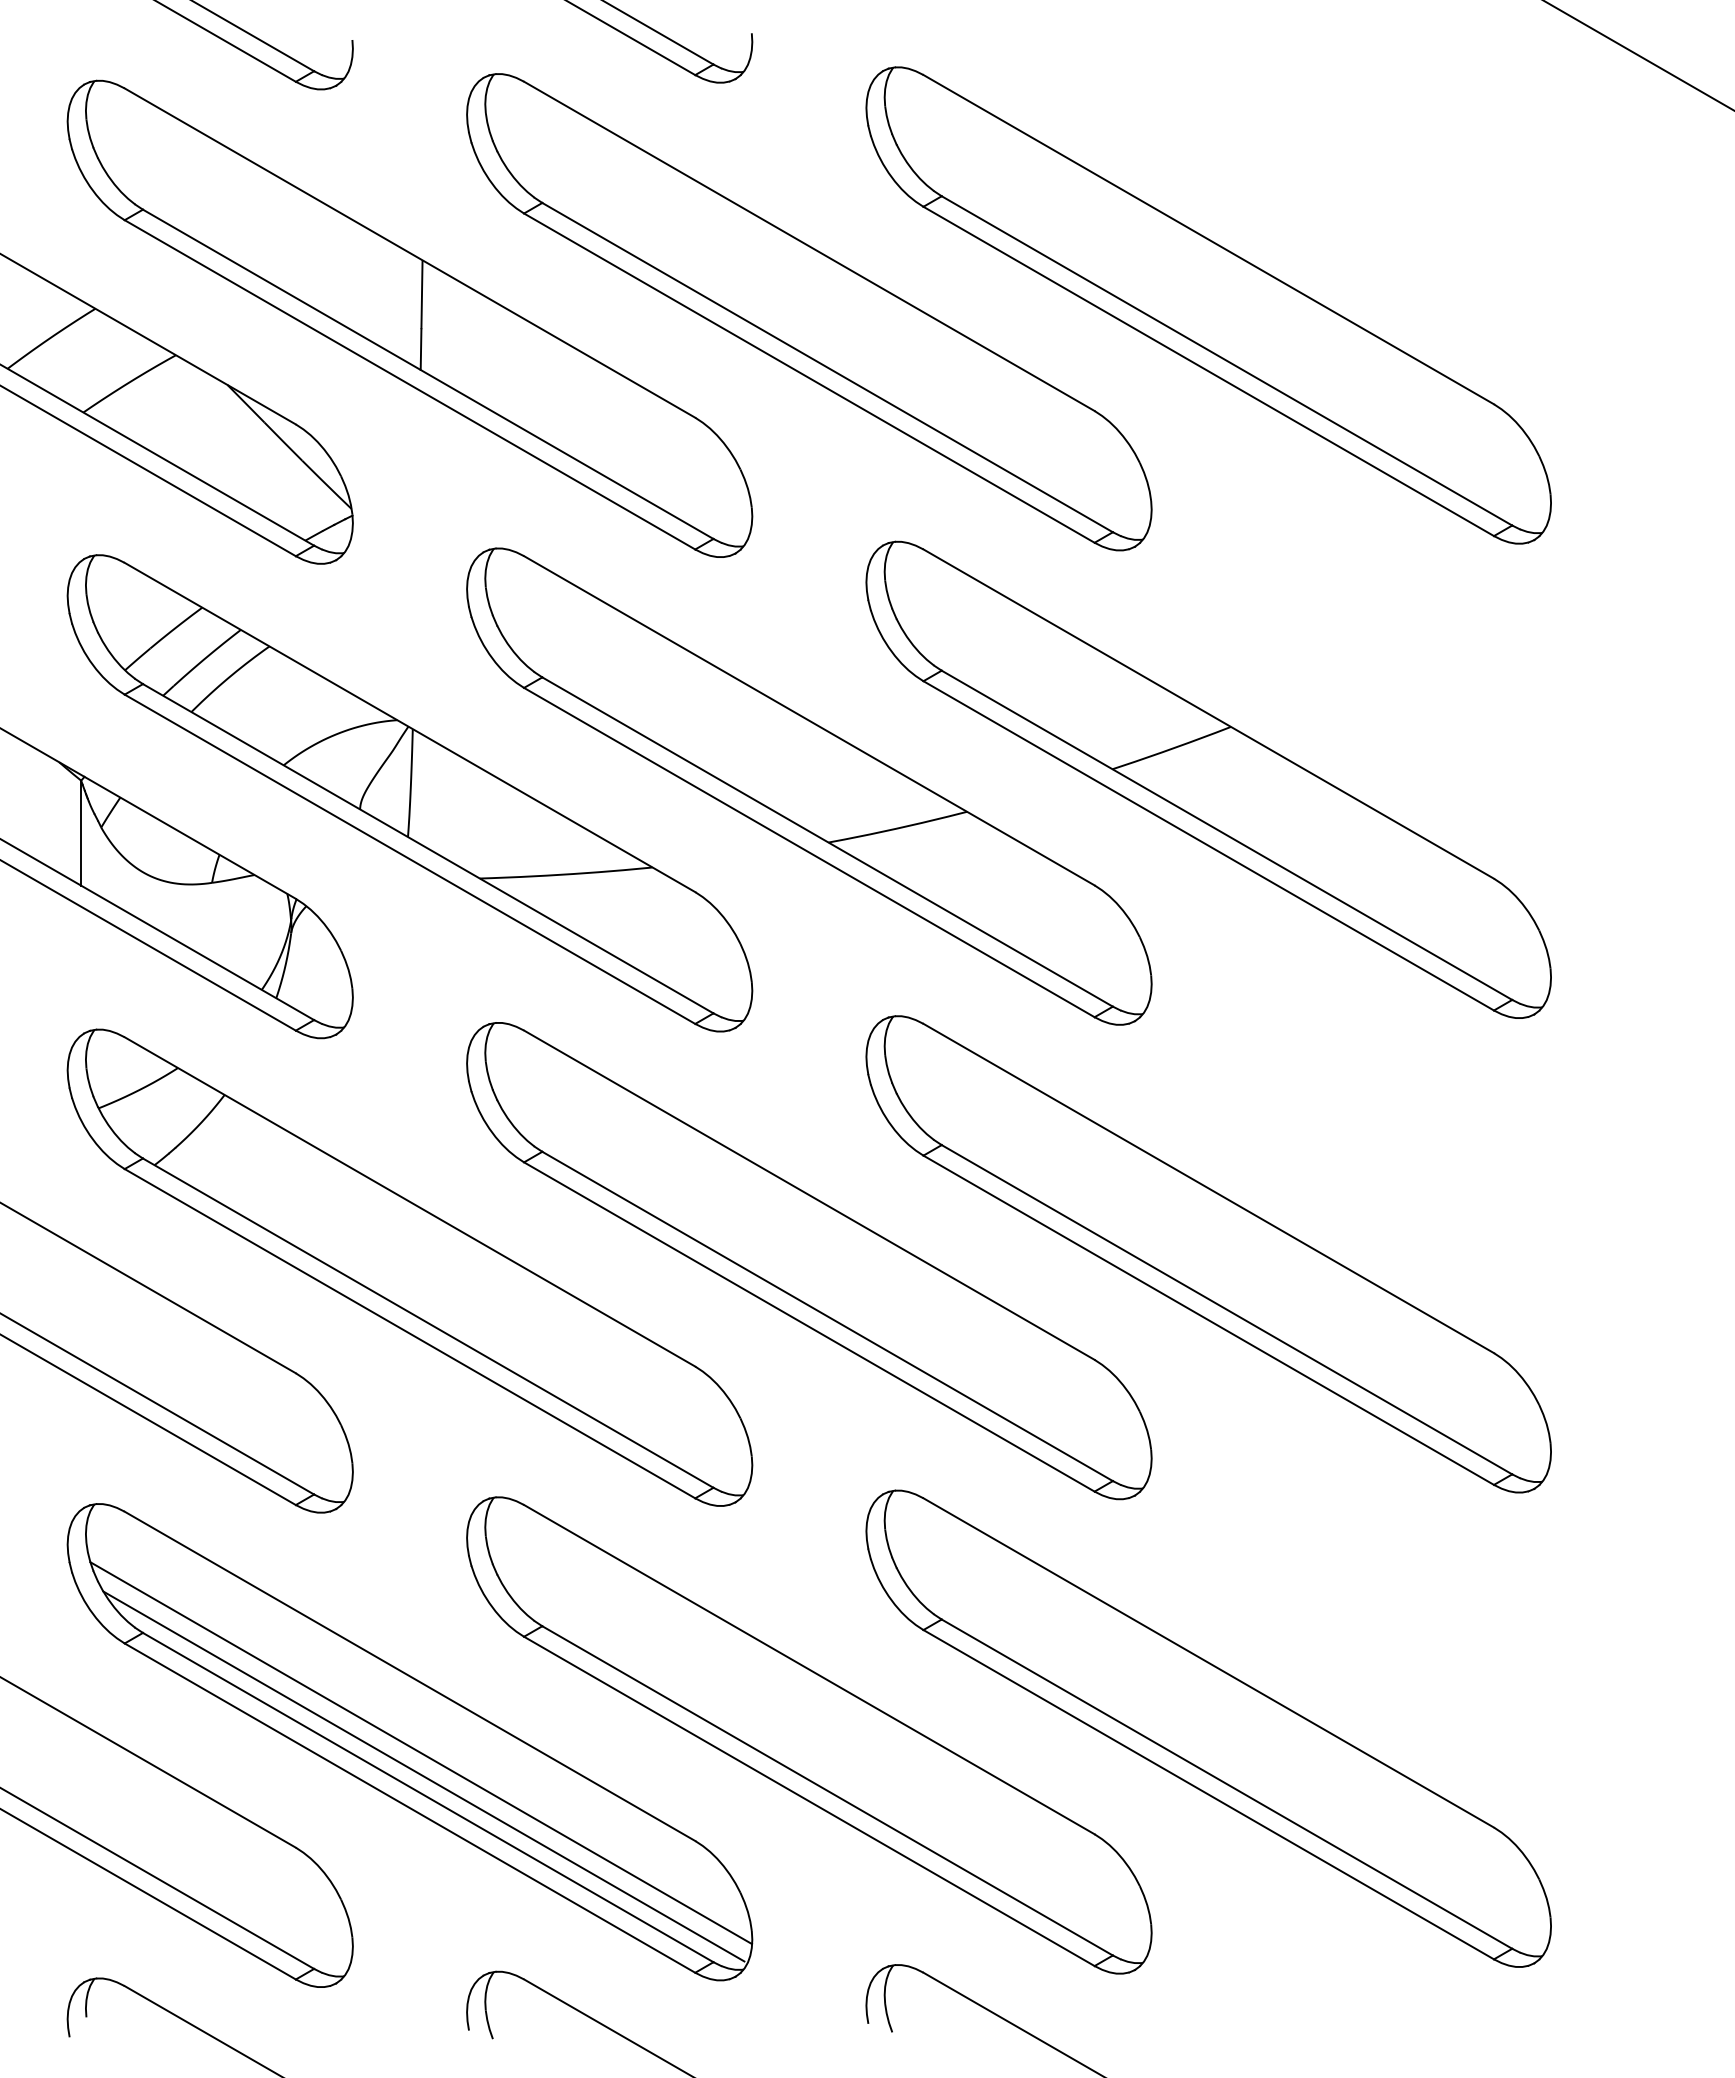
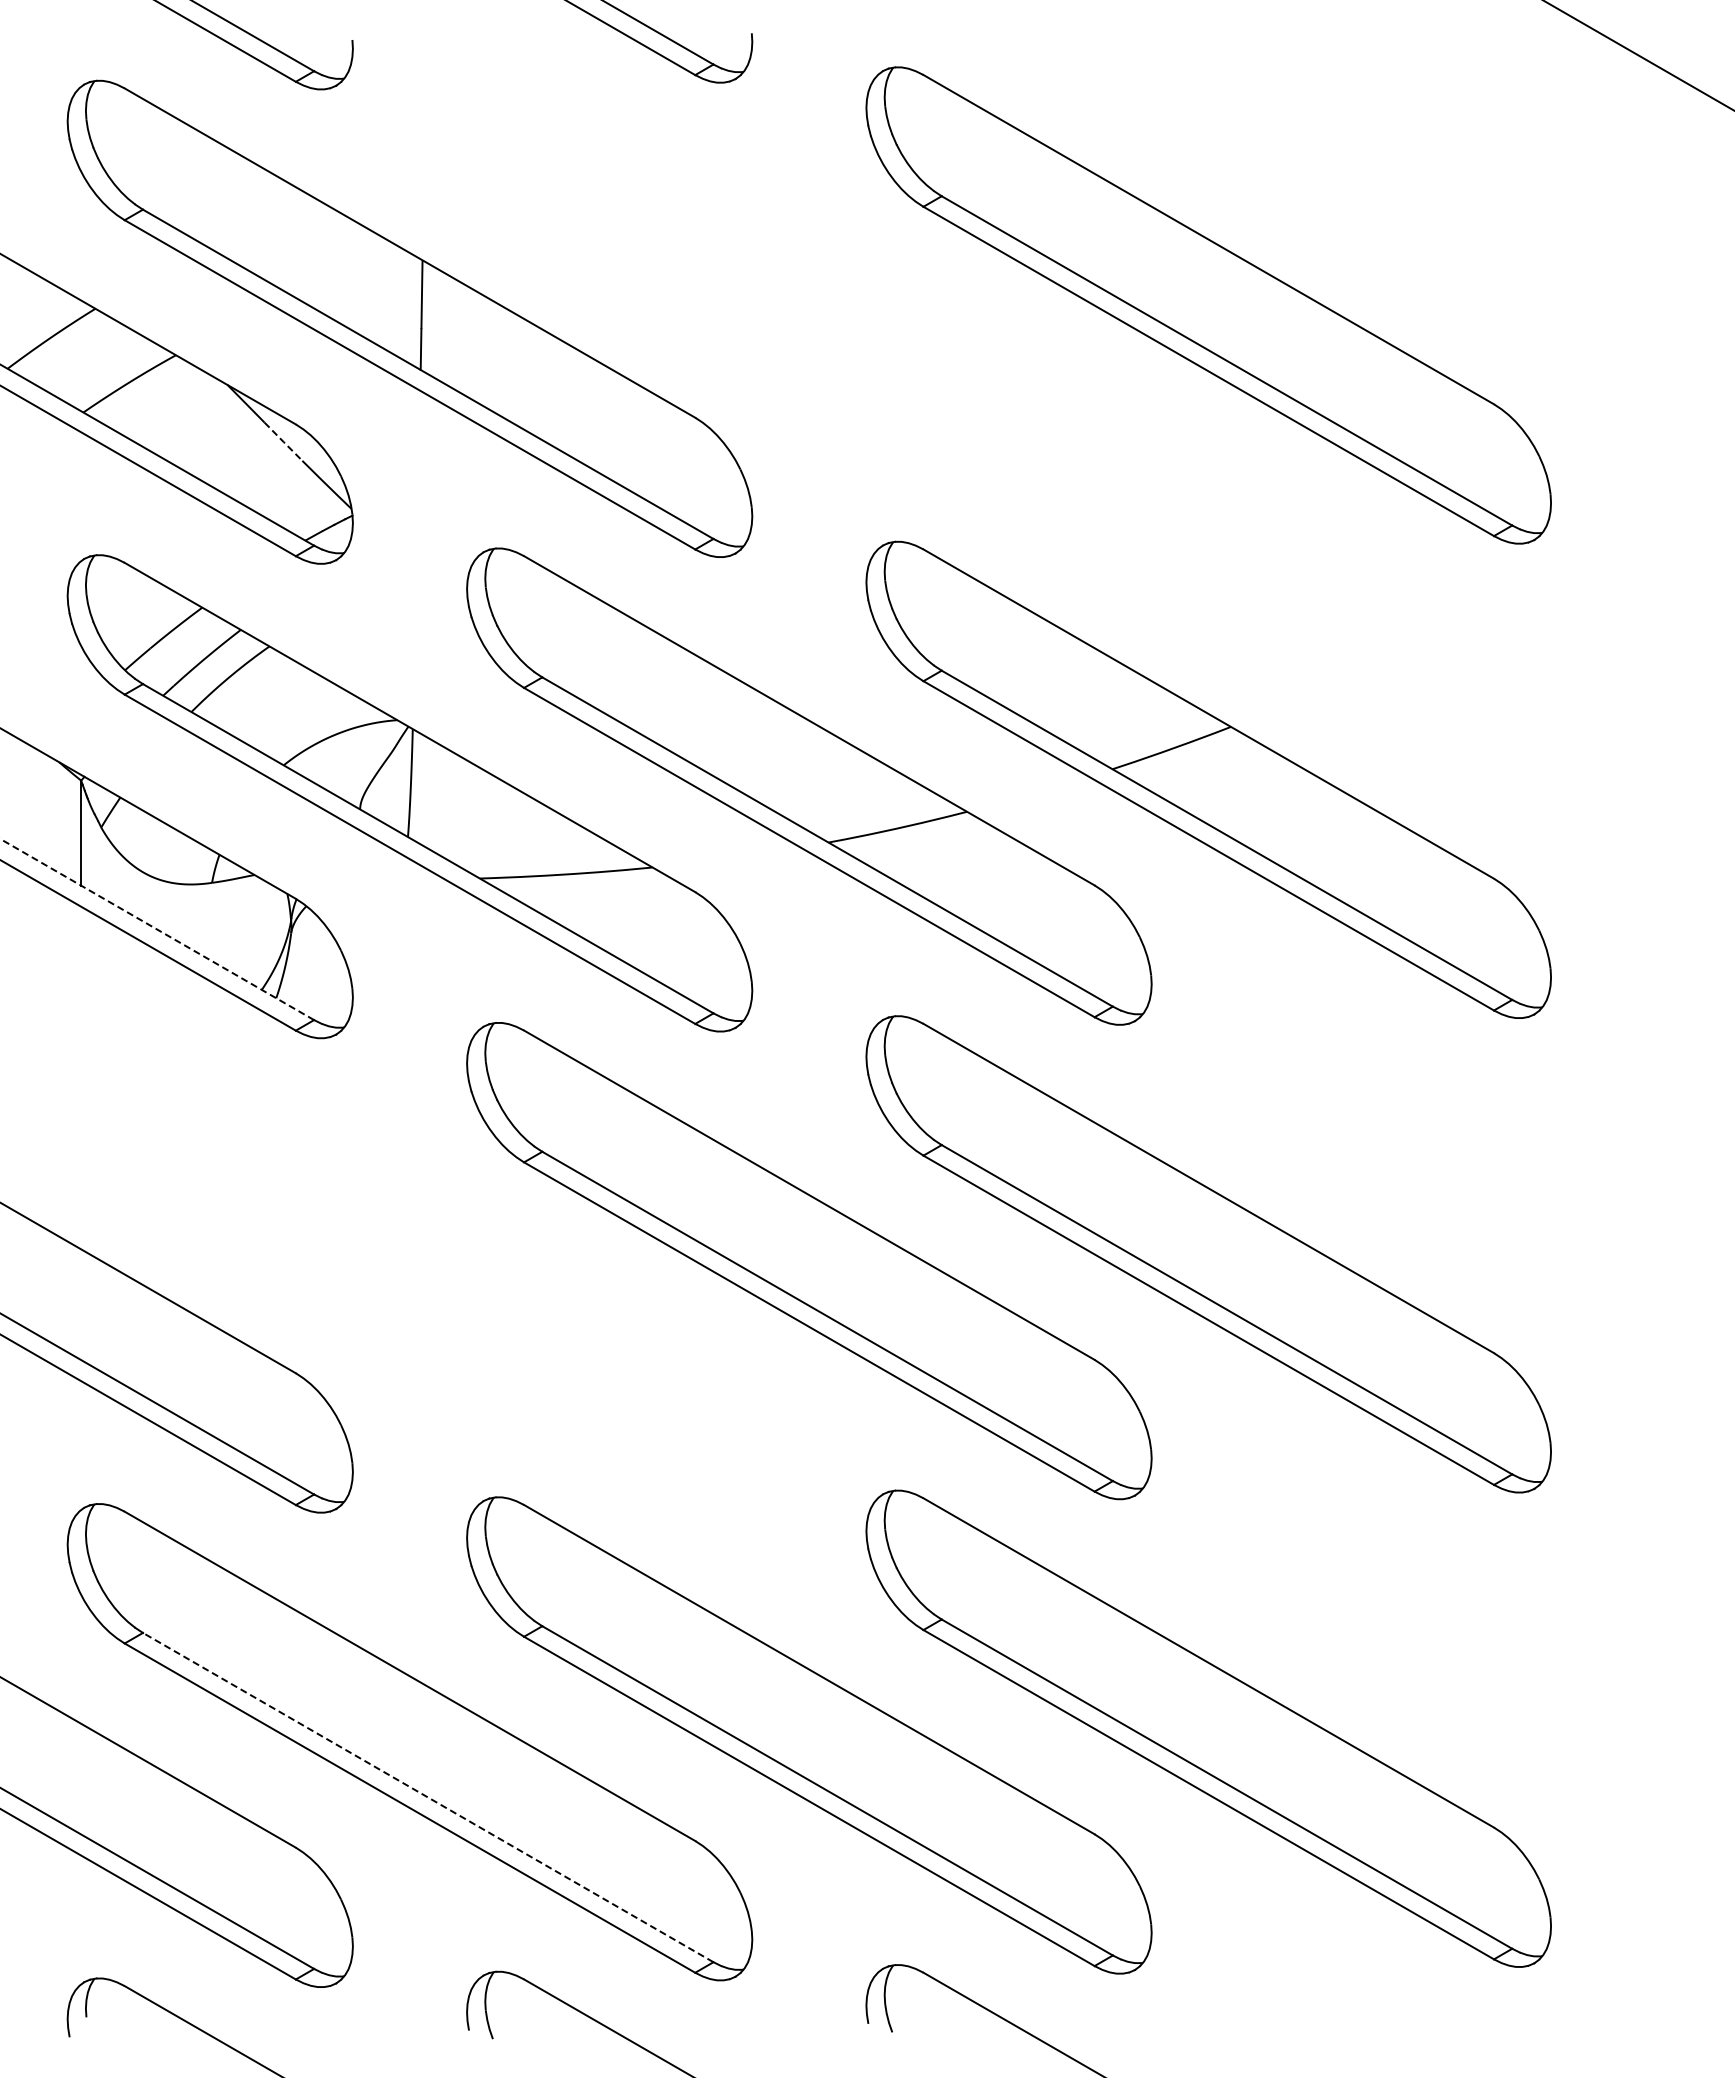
part at (809, 312): present -> none
line at (283, 441): solid -> dashed
line at (157, 929): solid -> dashed
part at (409, 1267): present -> none
line at (421, 1753): present -> none
line at (423, 1776): present -> none
line at (427, 1797): solid -> dashed
